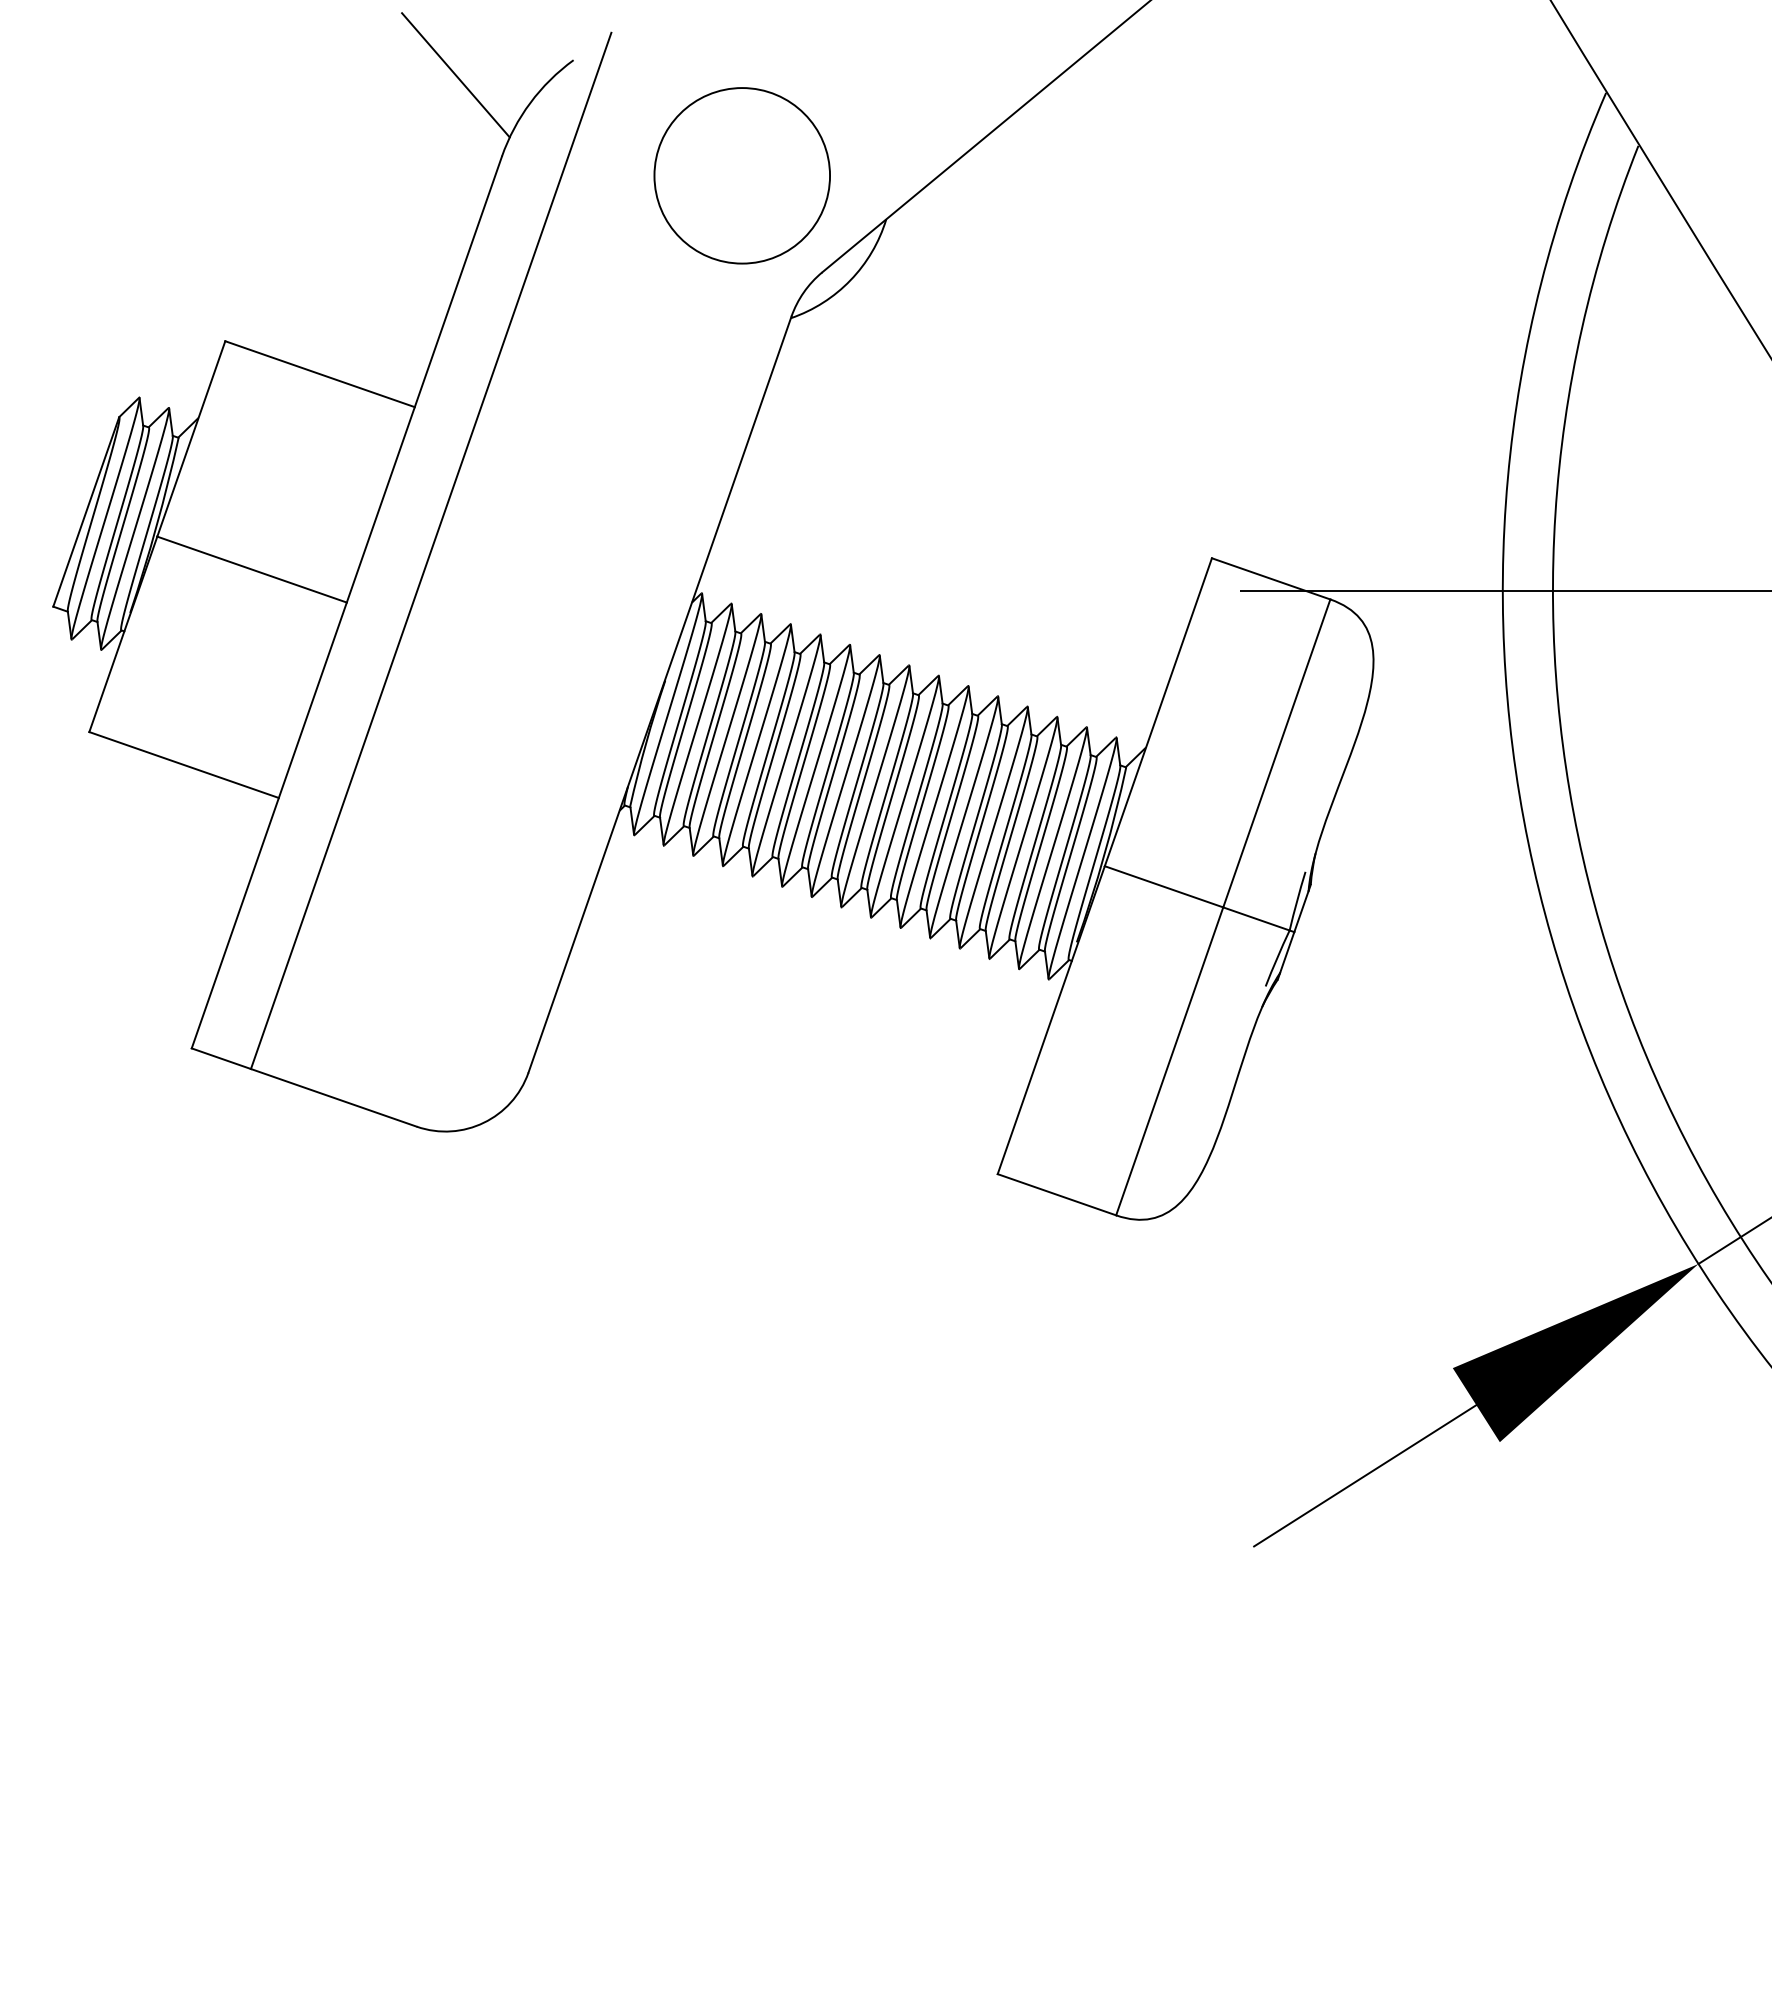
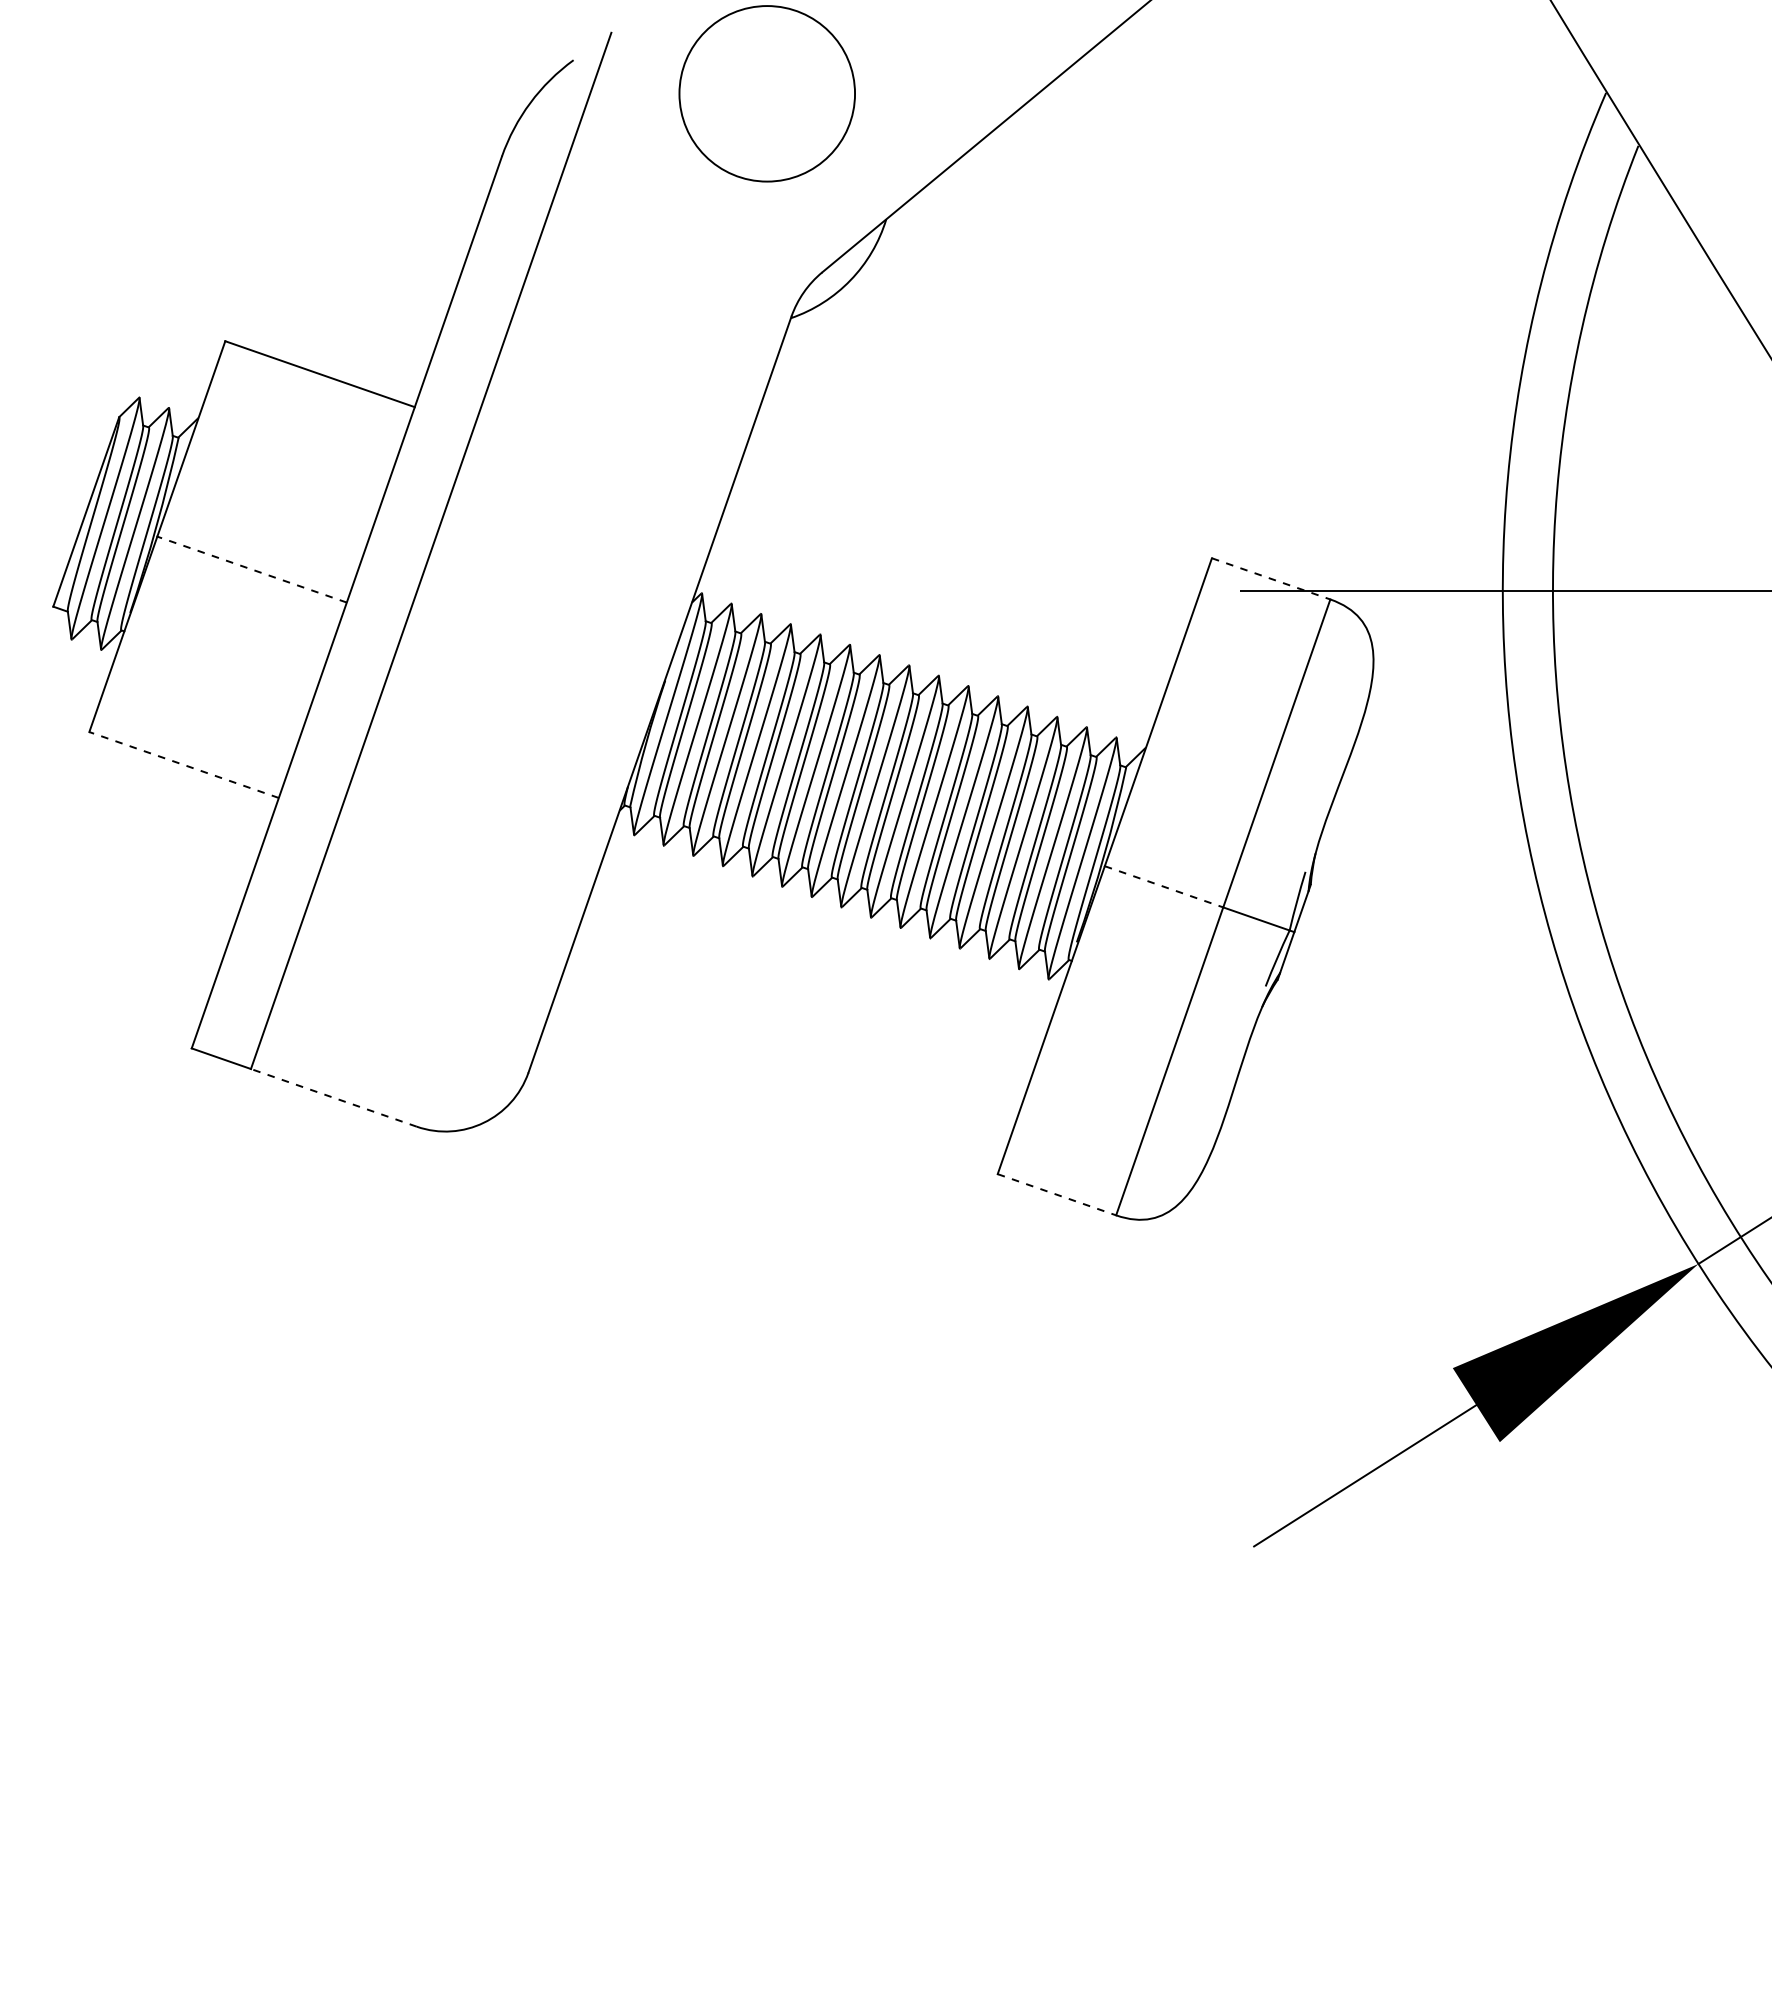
line at (455, 75): present -> none
circle at (741, 175) position: (741, 175) -> (766, 93)
line at (251, 569): solid -> dashed
line at (1271, 578): solid -> dashed
line at (183, 764): solid -> dashed
line at (1164, 886): solid -> dashed
line at (333, 1097): solid -> dashed
line at (1056, 1194): solid -> dashed
